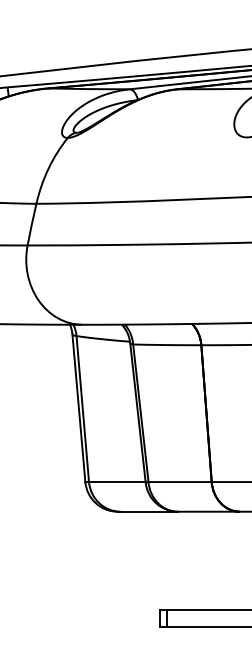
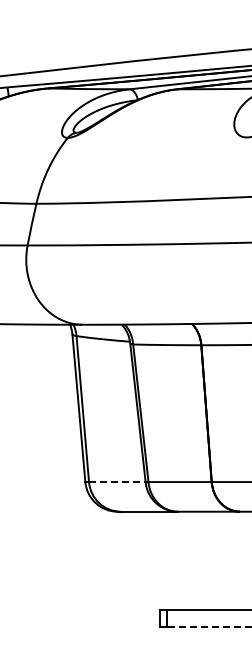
line at (117, 482): solid -> dashed
line at (209, 626): solid -> dashed
